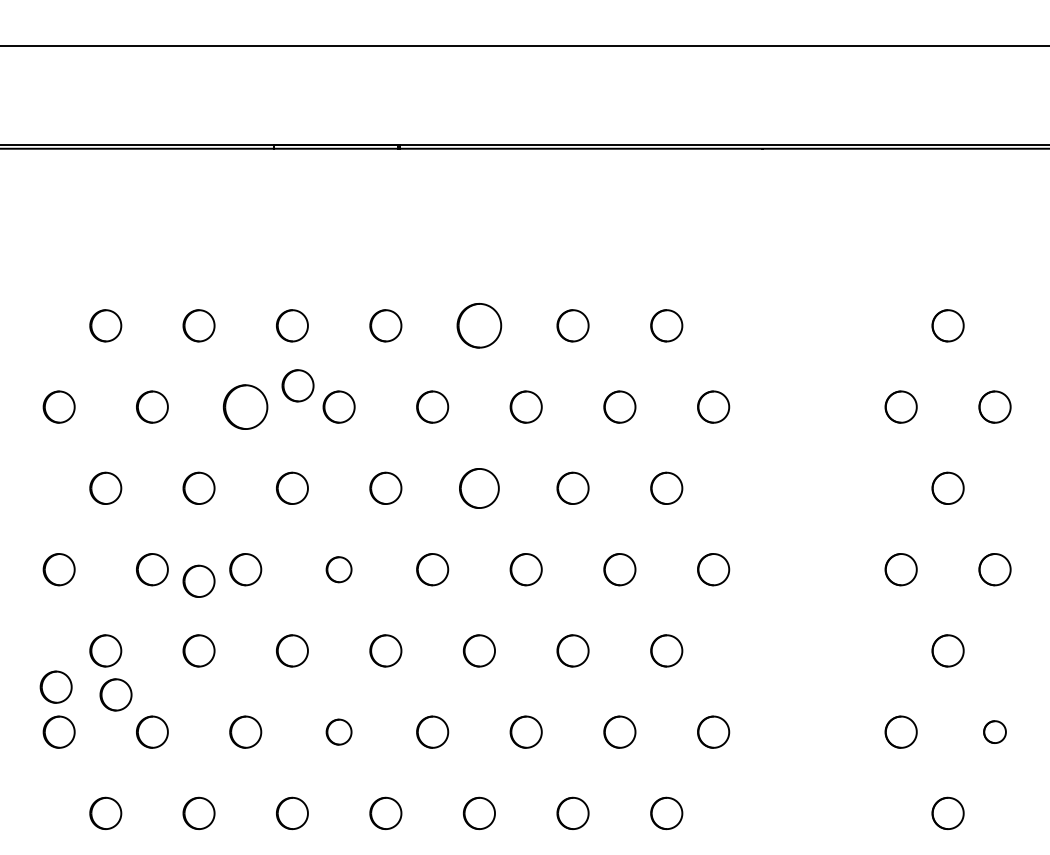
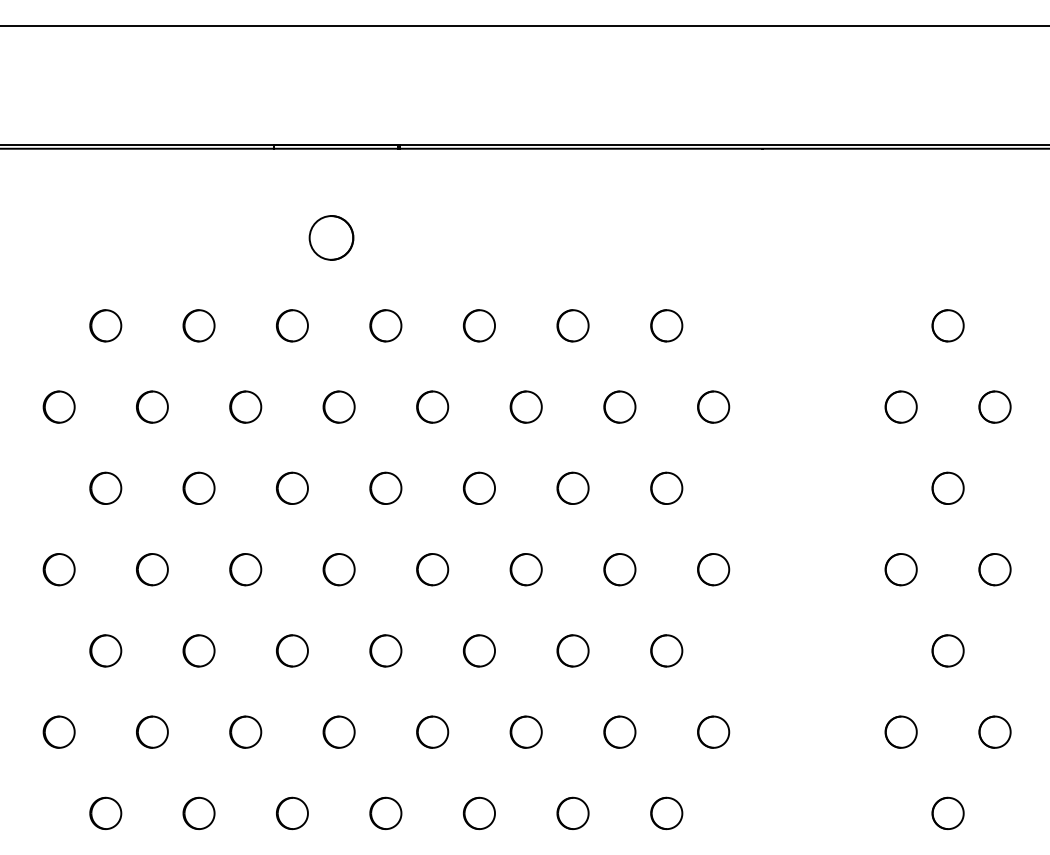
line at (524, 45) position: (524, 45) -> (524, 25)
part at (331, 237): none -> present
part at (479, 325) size: 47x46 px -> 33x34 px
part at (297, 385): present -> none
part at (245, 406) size: 47x46 px -> 34x34 px
part at (479, 488) size: 41x41 px -> 33x34 px
part at (338, 569) size: 28x28 px -> 34x34 px
part at (198, 580): present -> none
part at (55, 686): present -> none
part at (115, 694): present -> none
part at (338, 731) size: 28x28 px -> 34x34 px
part at (994, 731) size: 24x24 px -> 34x34 px
